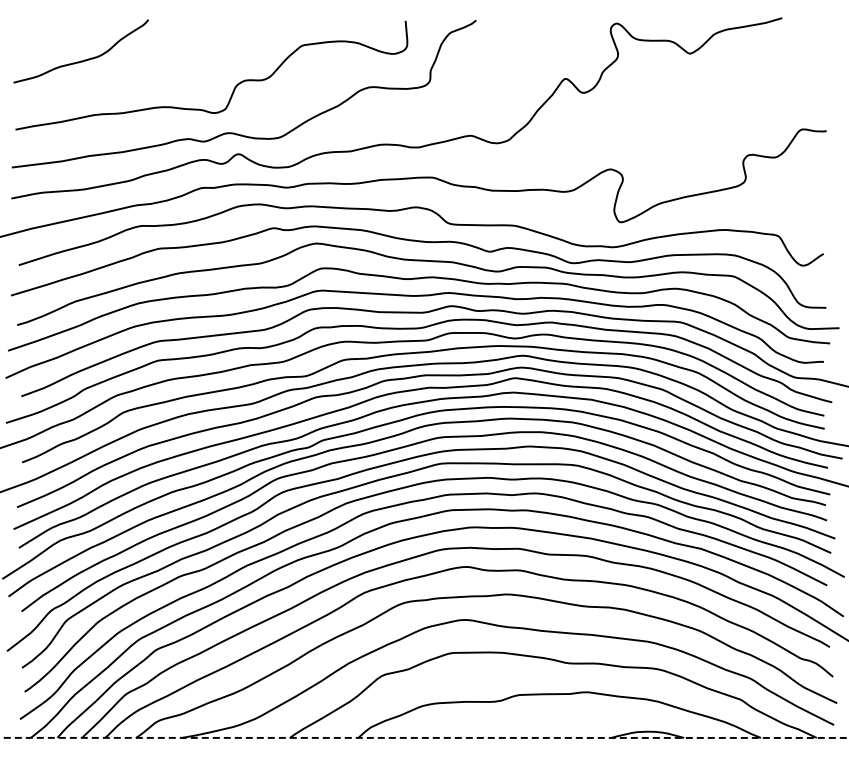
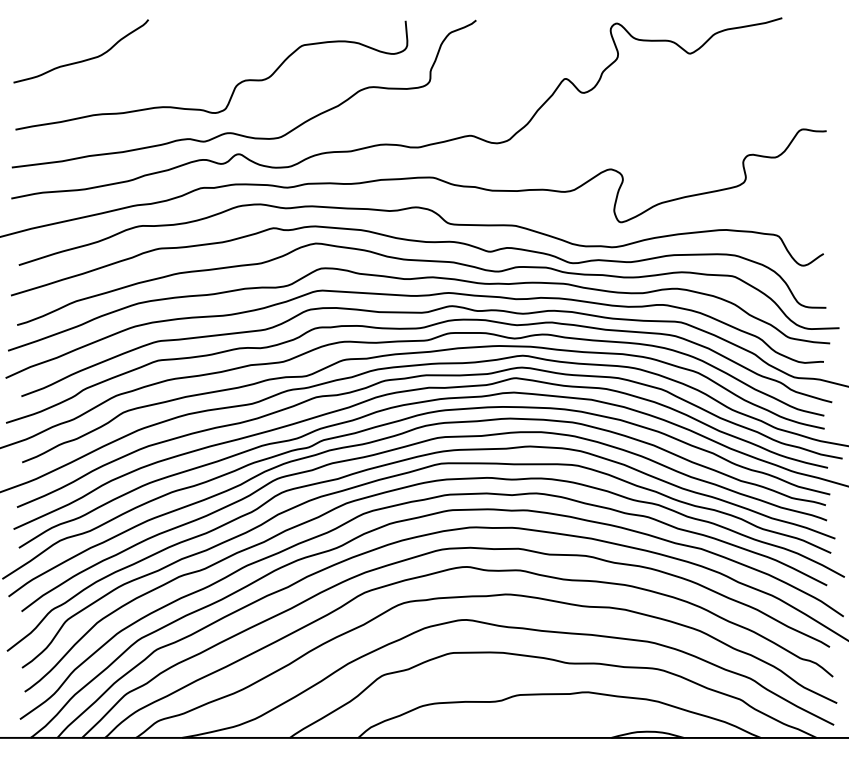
line at (424, 737): dashed -> solid
